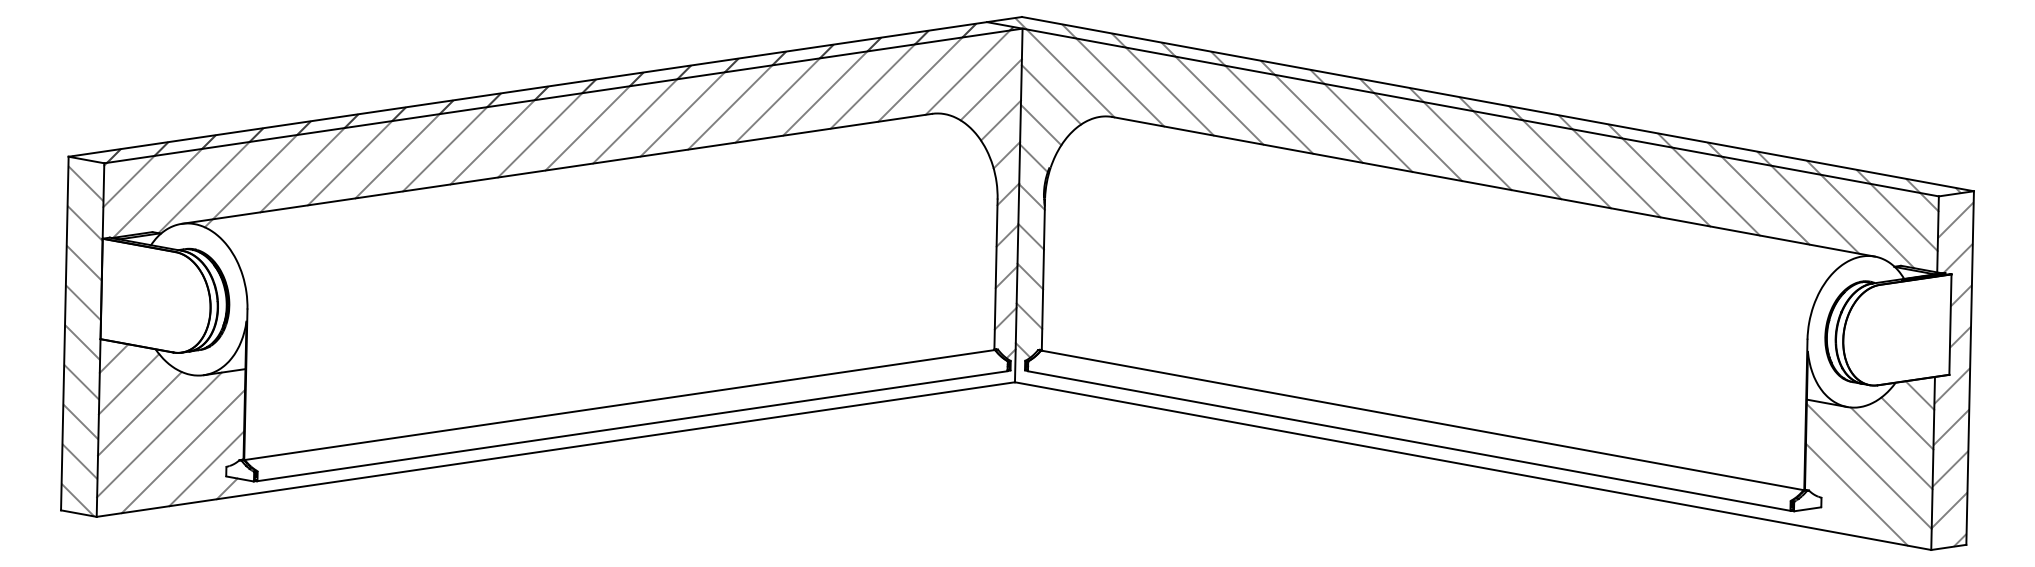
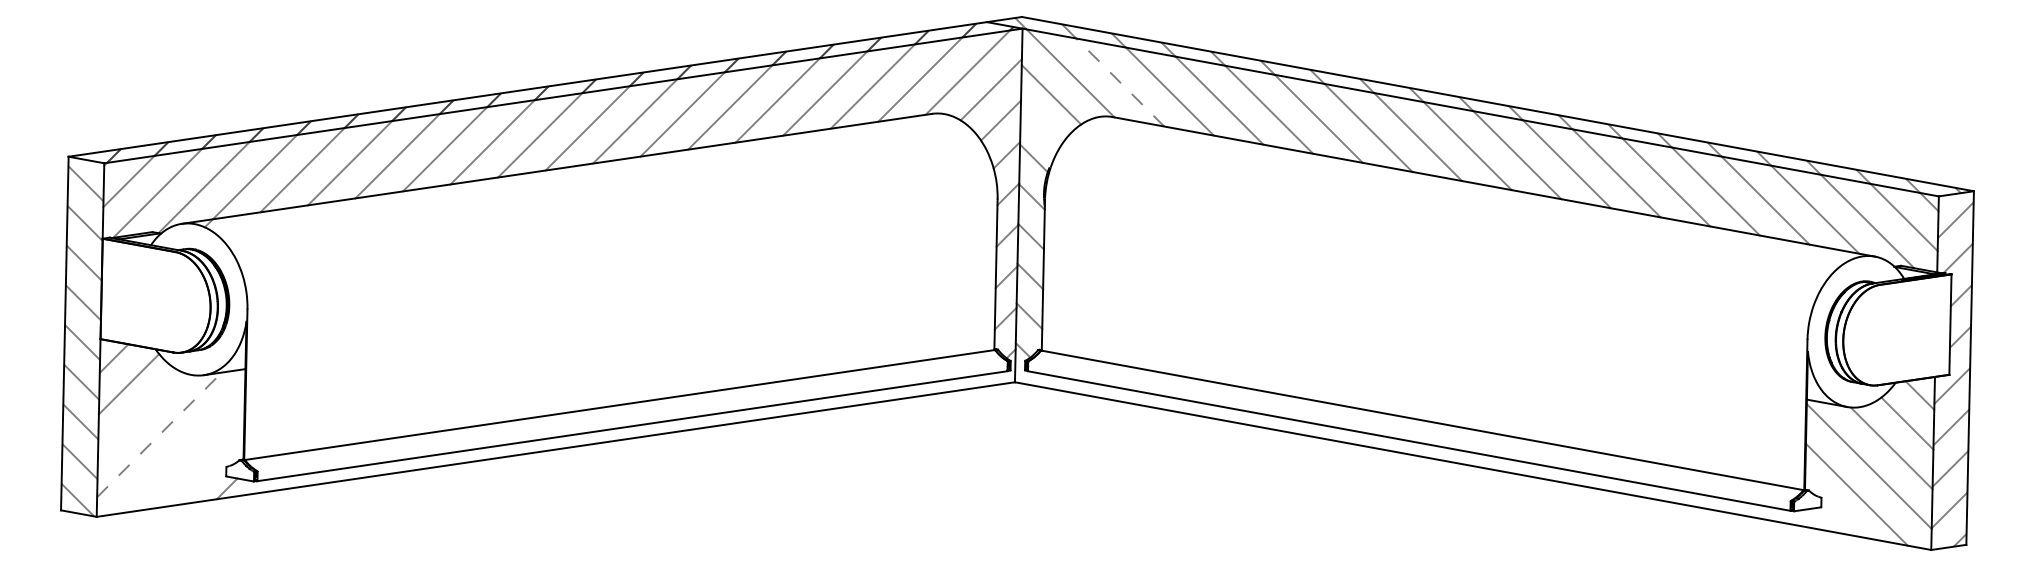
line at (1119, 82): solid -> dashed
line at (1040, 124): present -> none
line at (139, 413): present -> none
line at (159, 434): solid -> dashed
line at (183, 451): present -> none
line at (206, 468): present -> none
